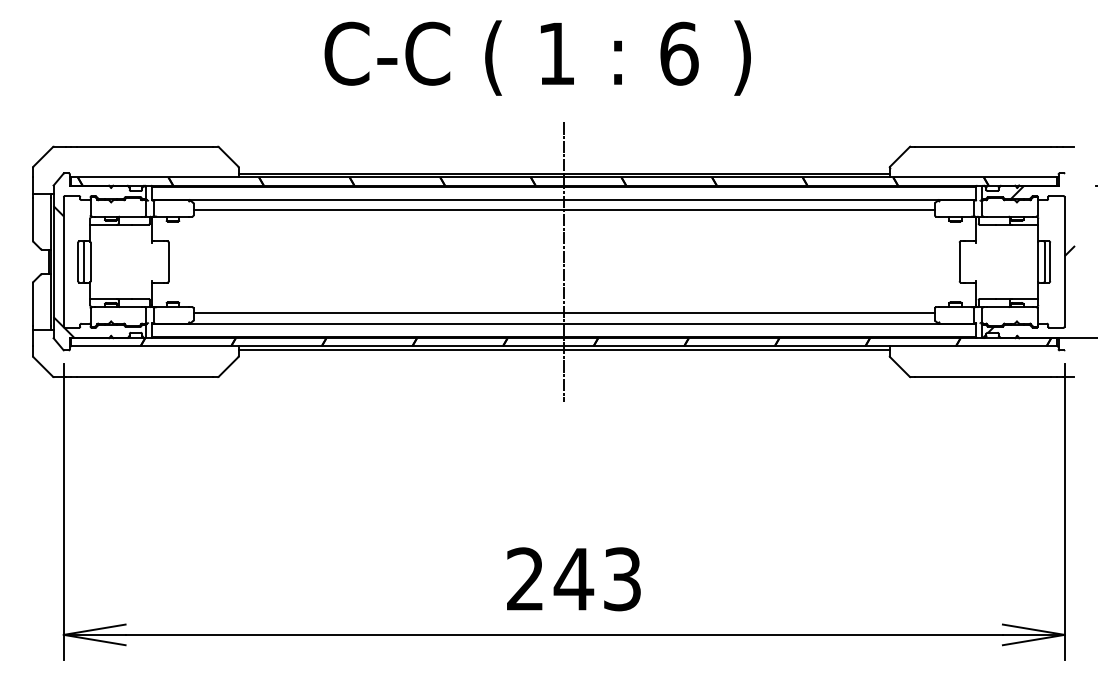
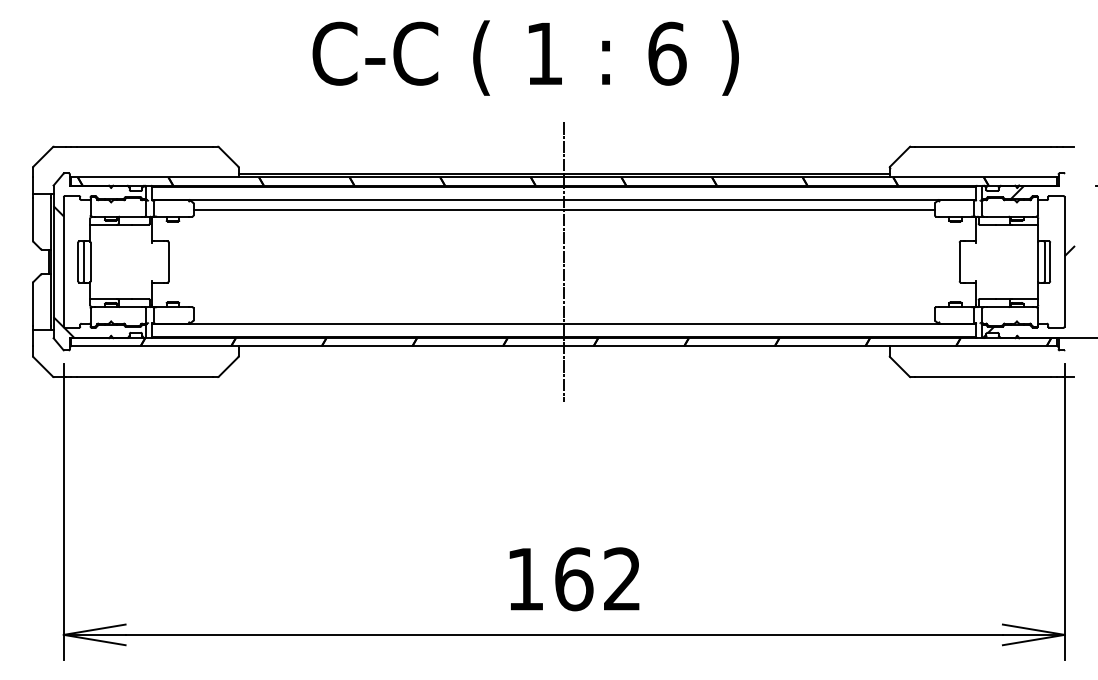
text at (537, 57) position: (537, 57) -> (525, 57)
line at (563, 313): present -> none
line at (563, 349): present -> none
text at (573, 579): 243 -> 162
